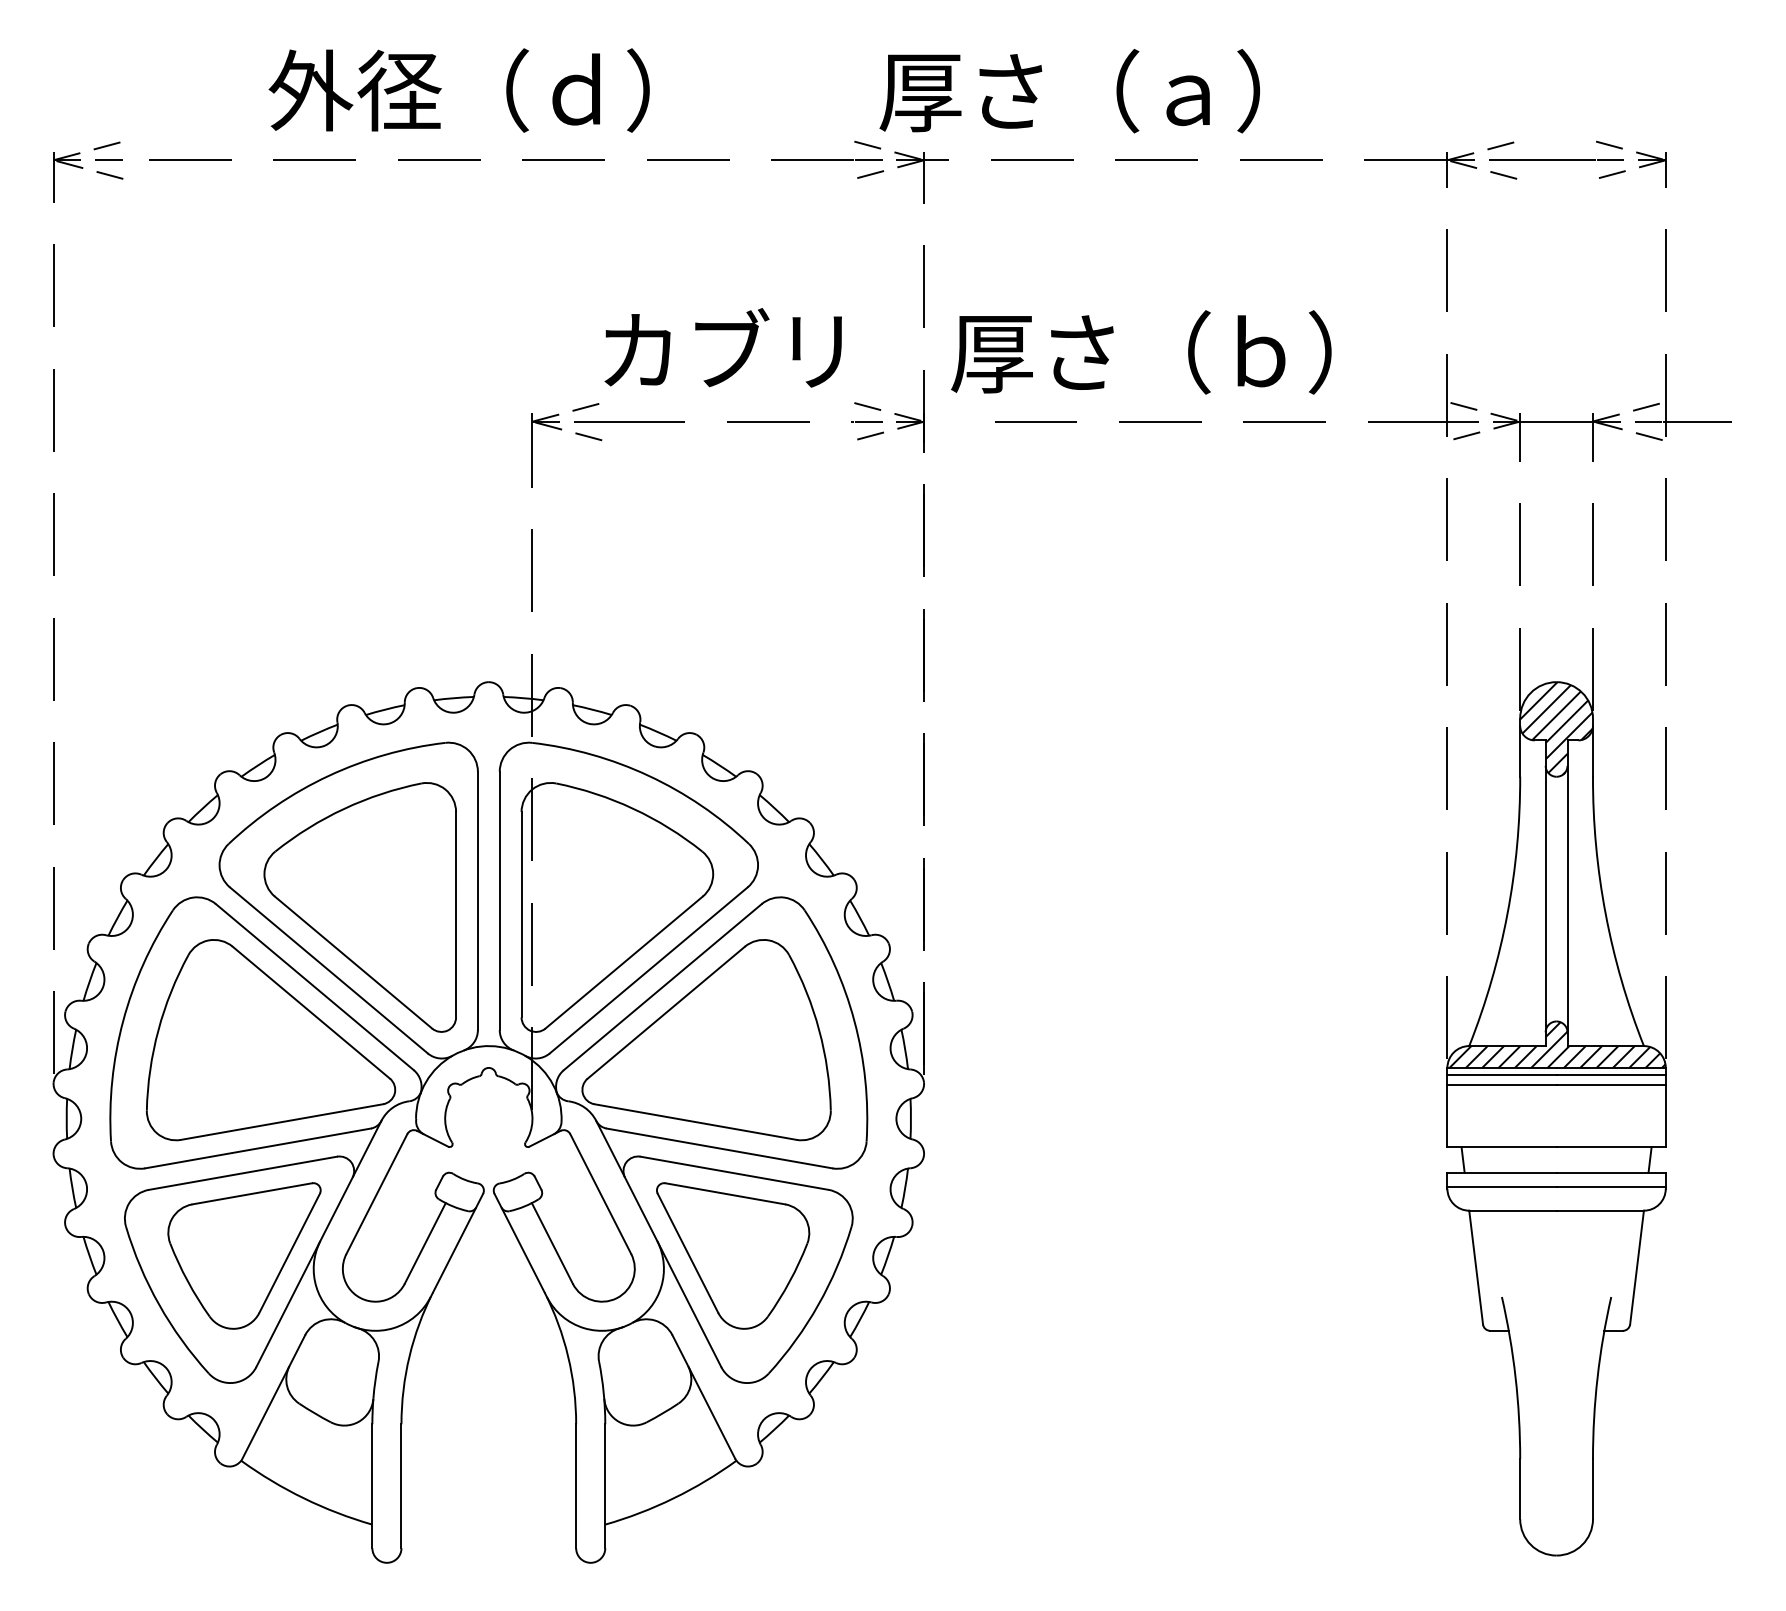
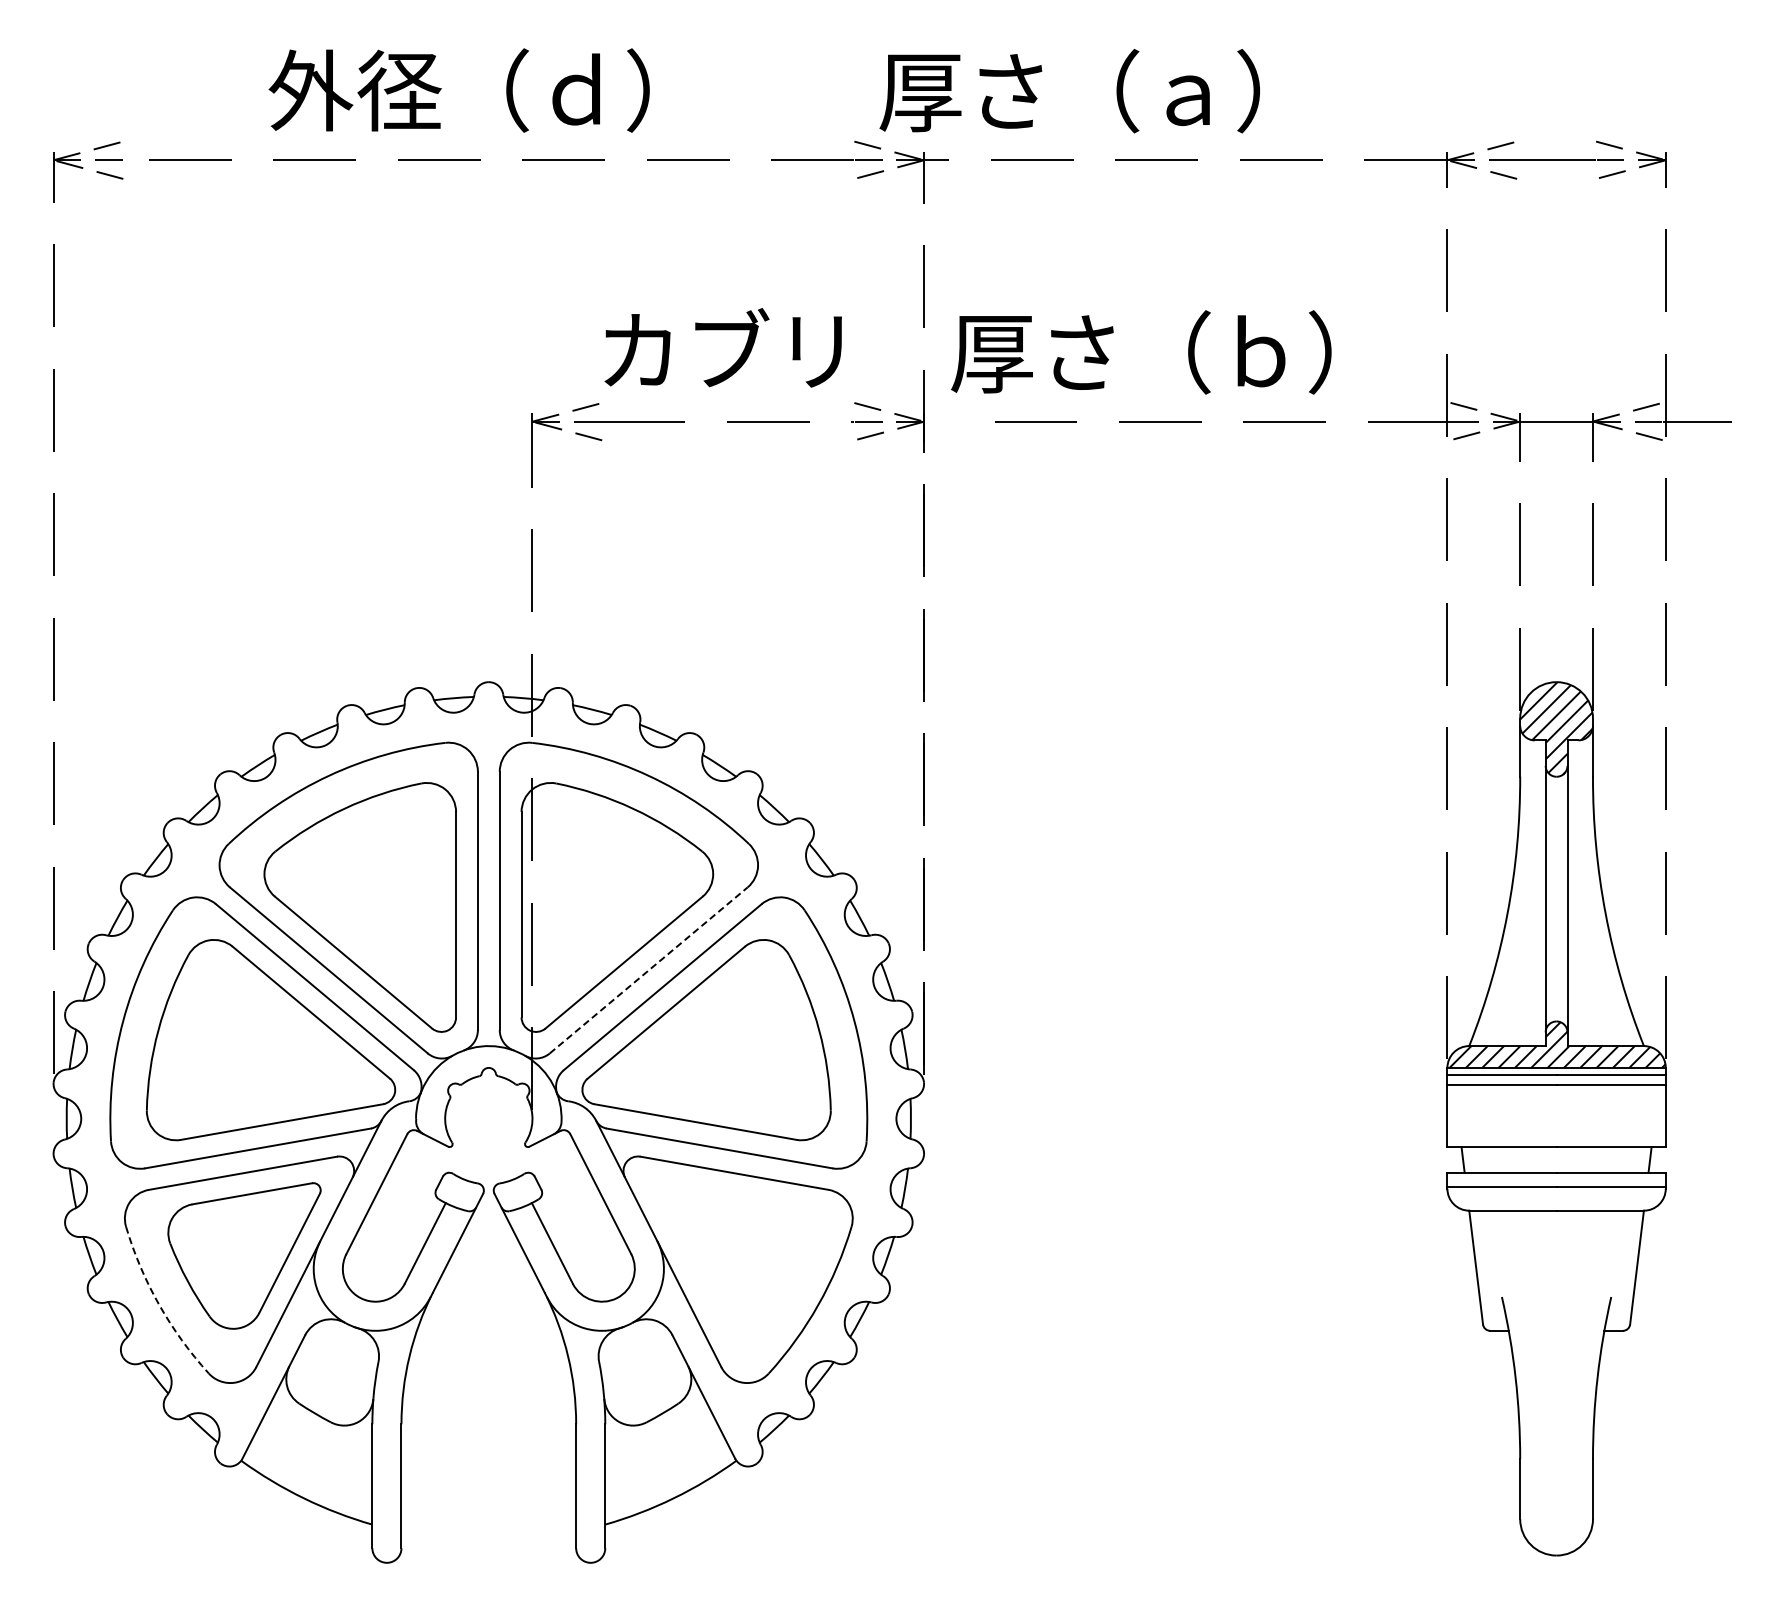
line at (649, 970): solid -> dashed
part at (733, 1255): present -> none
arc at (159, 1304): solid -> dashed
